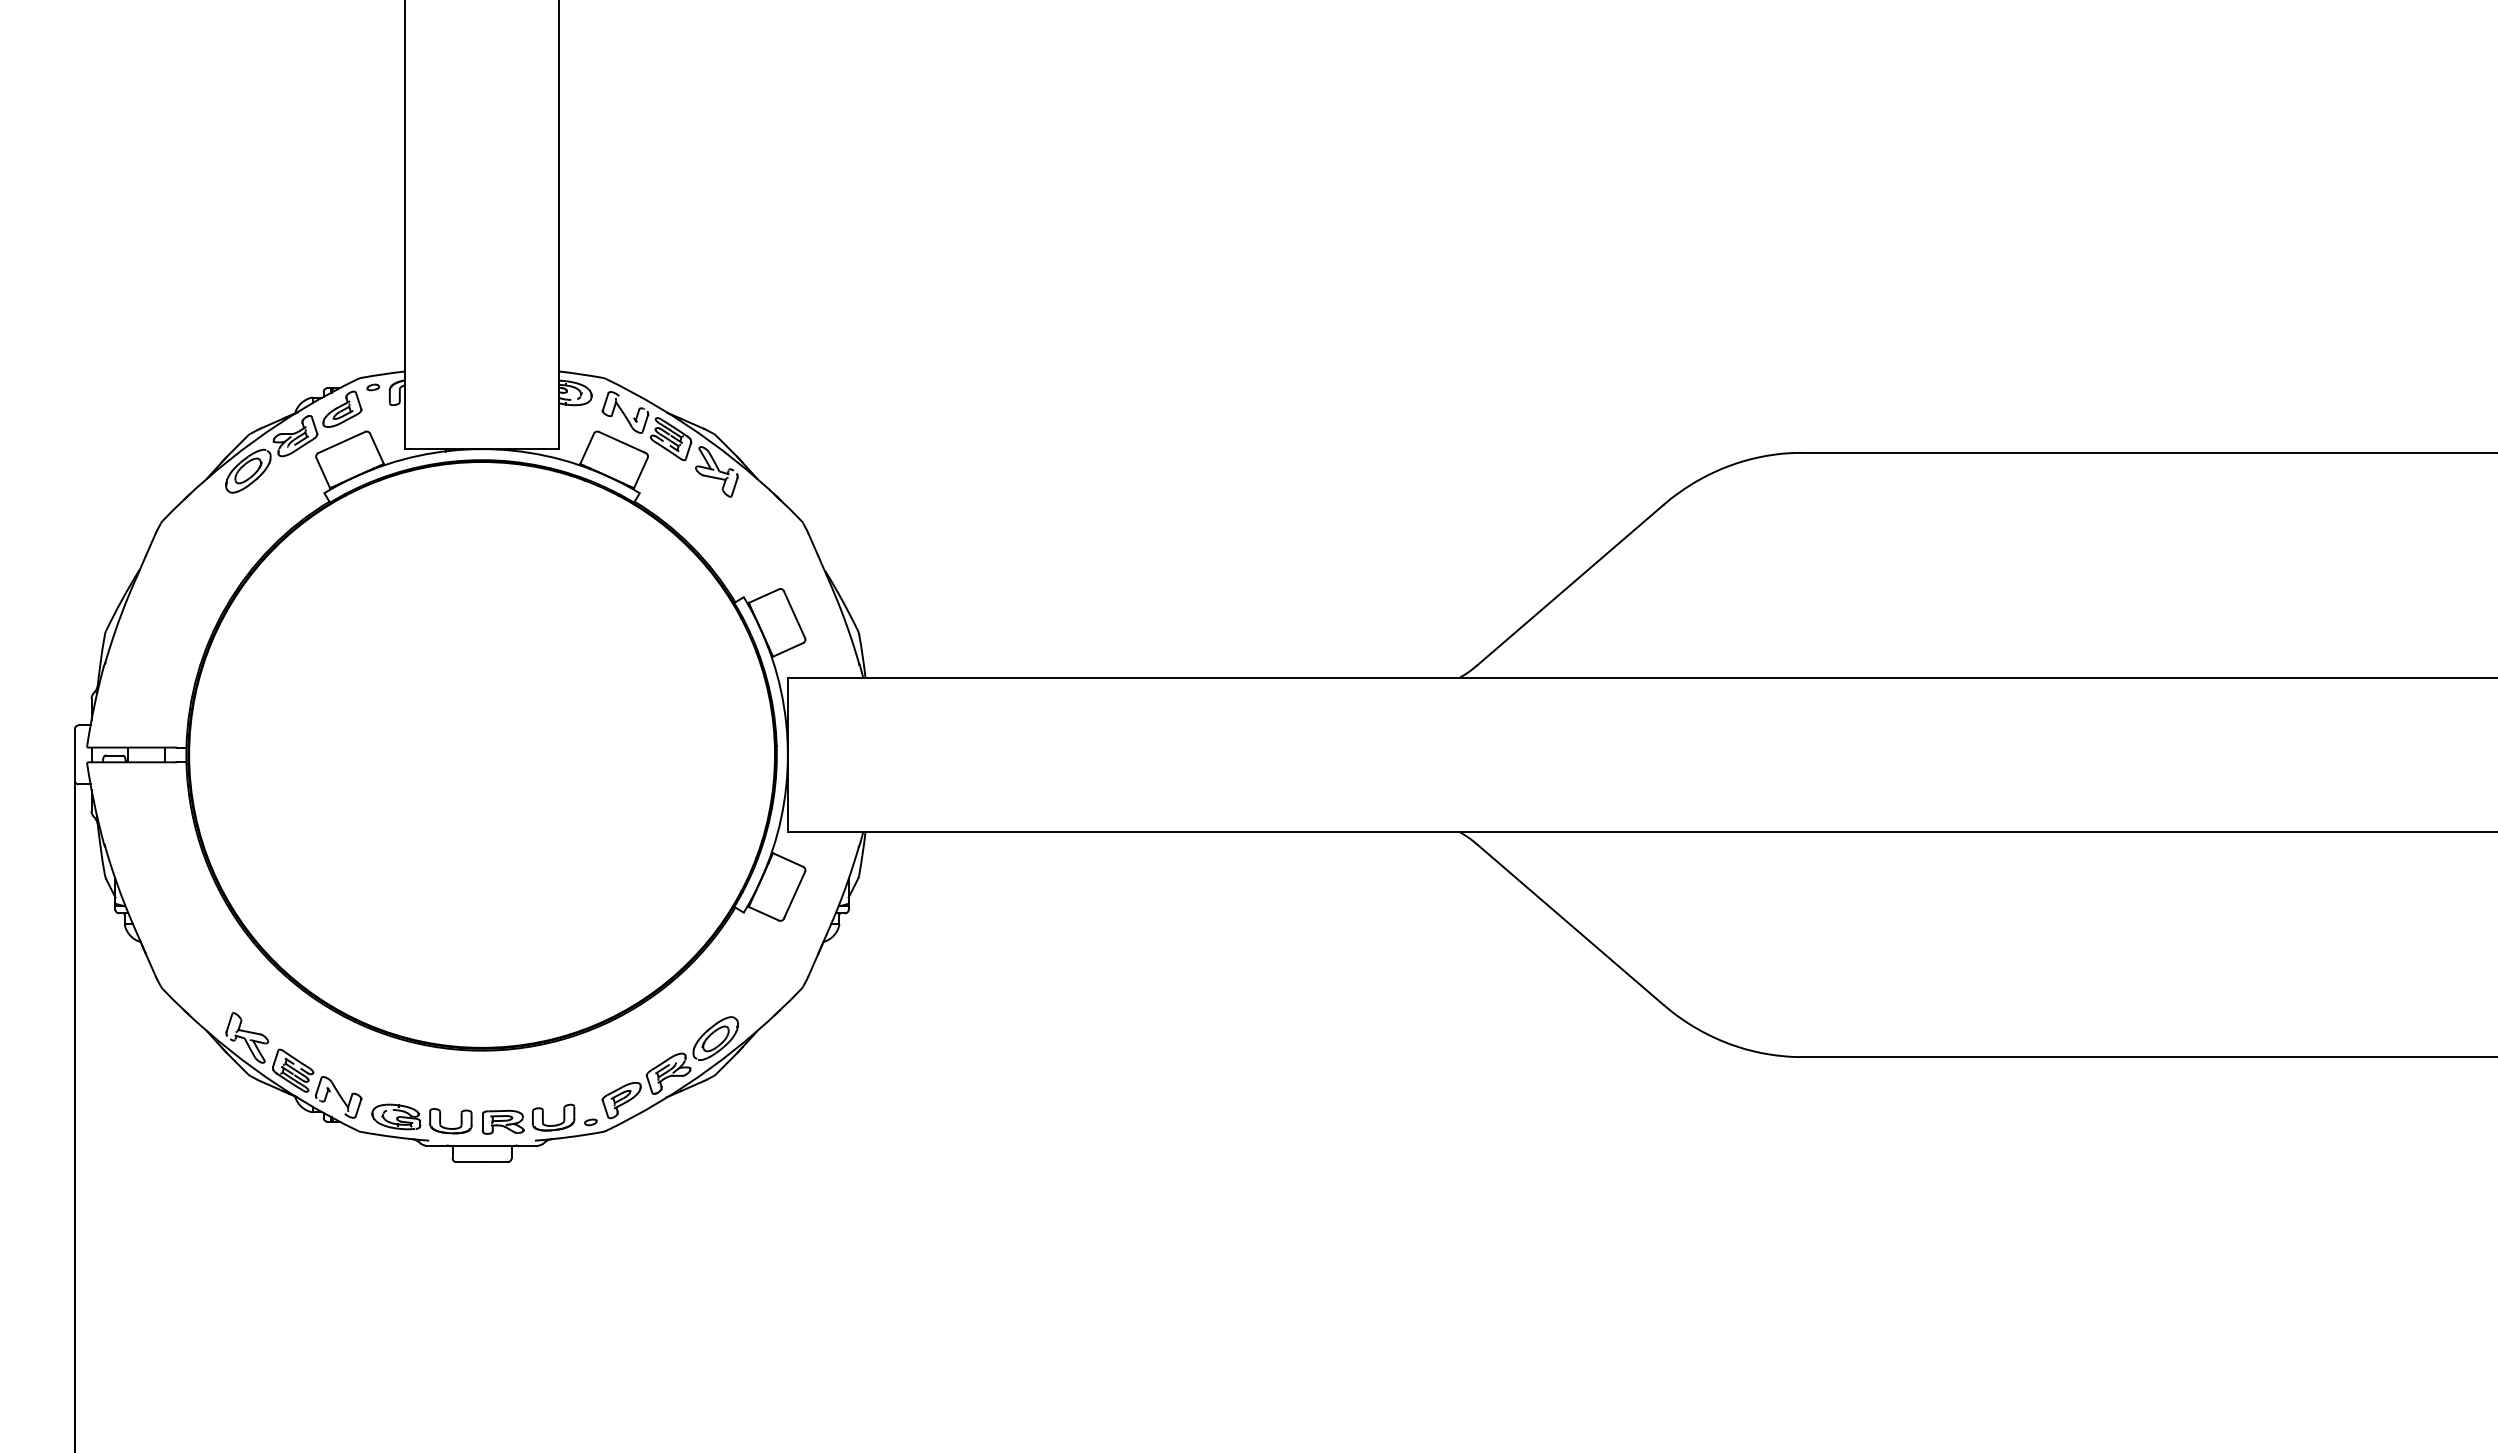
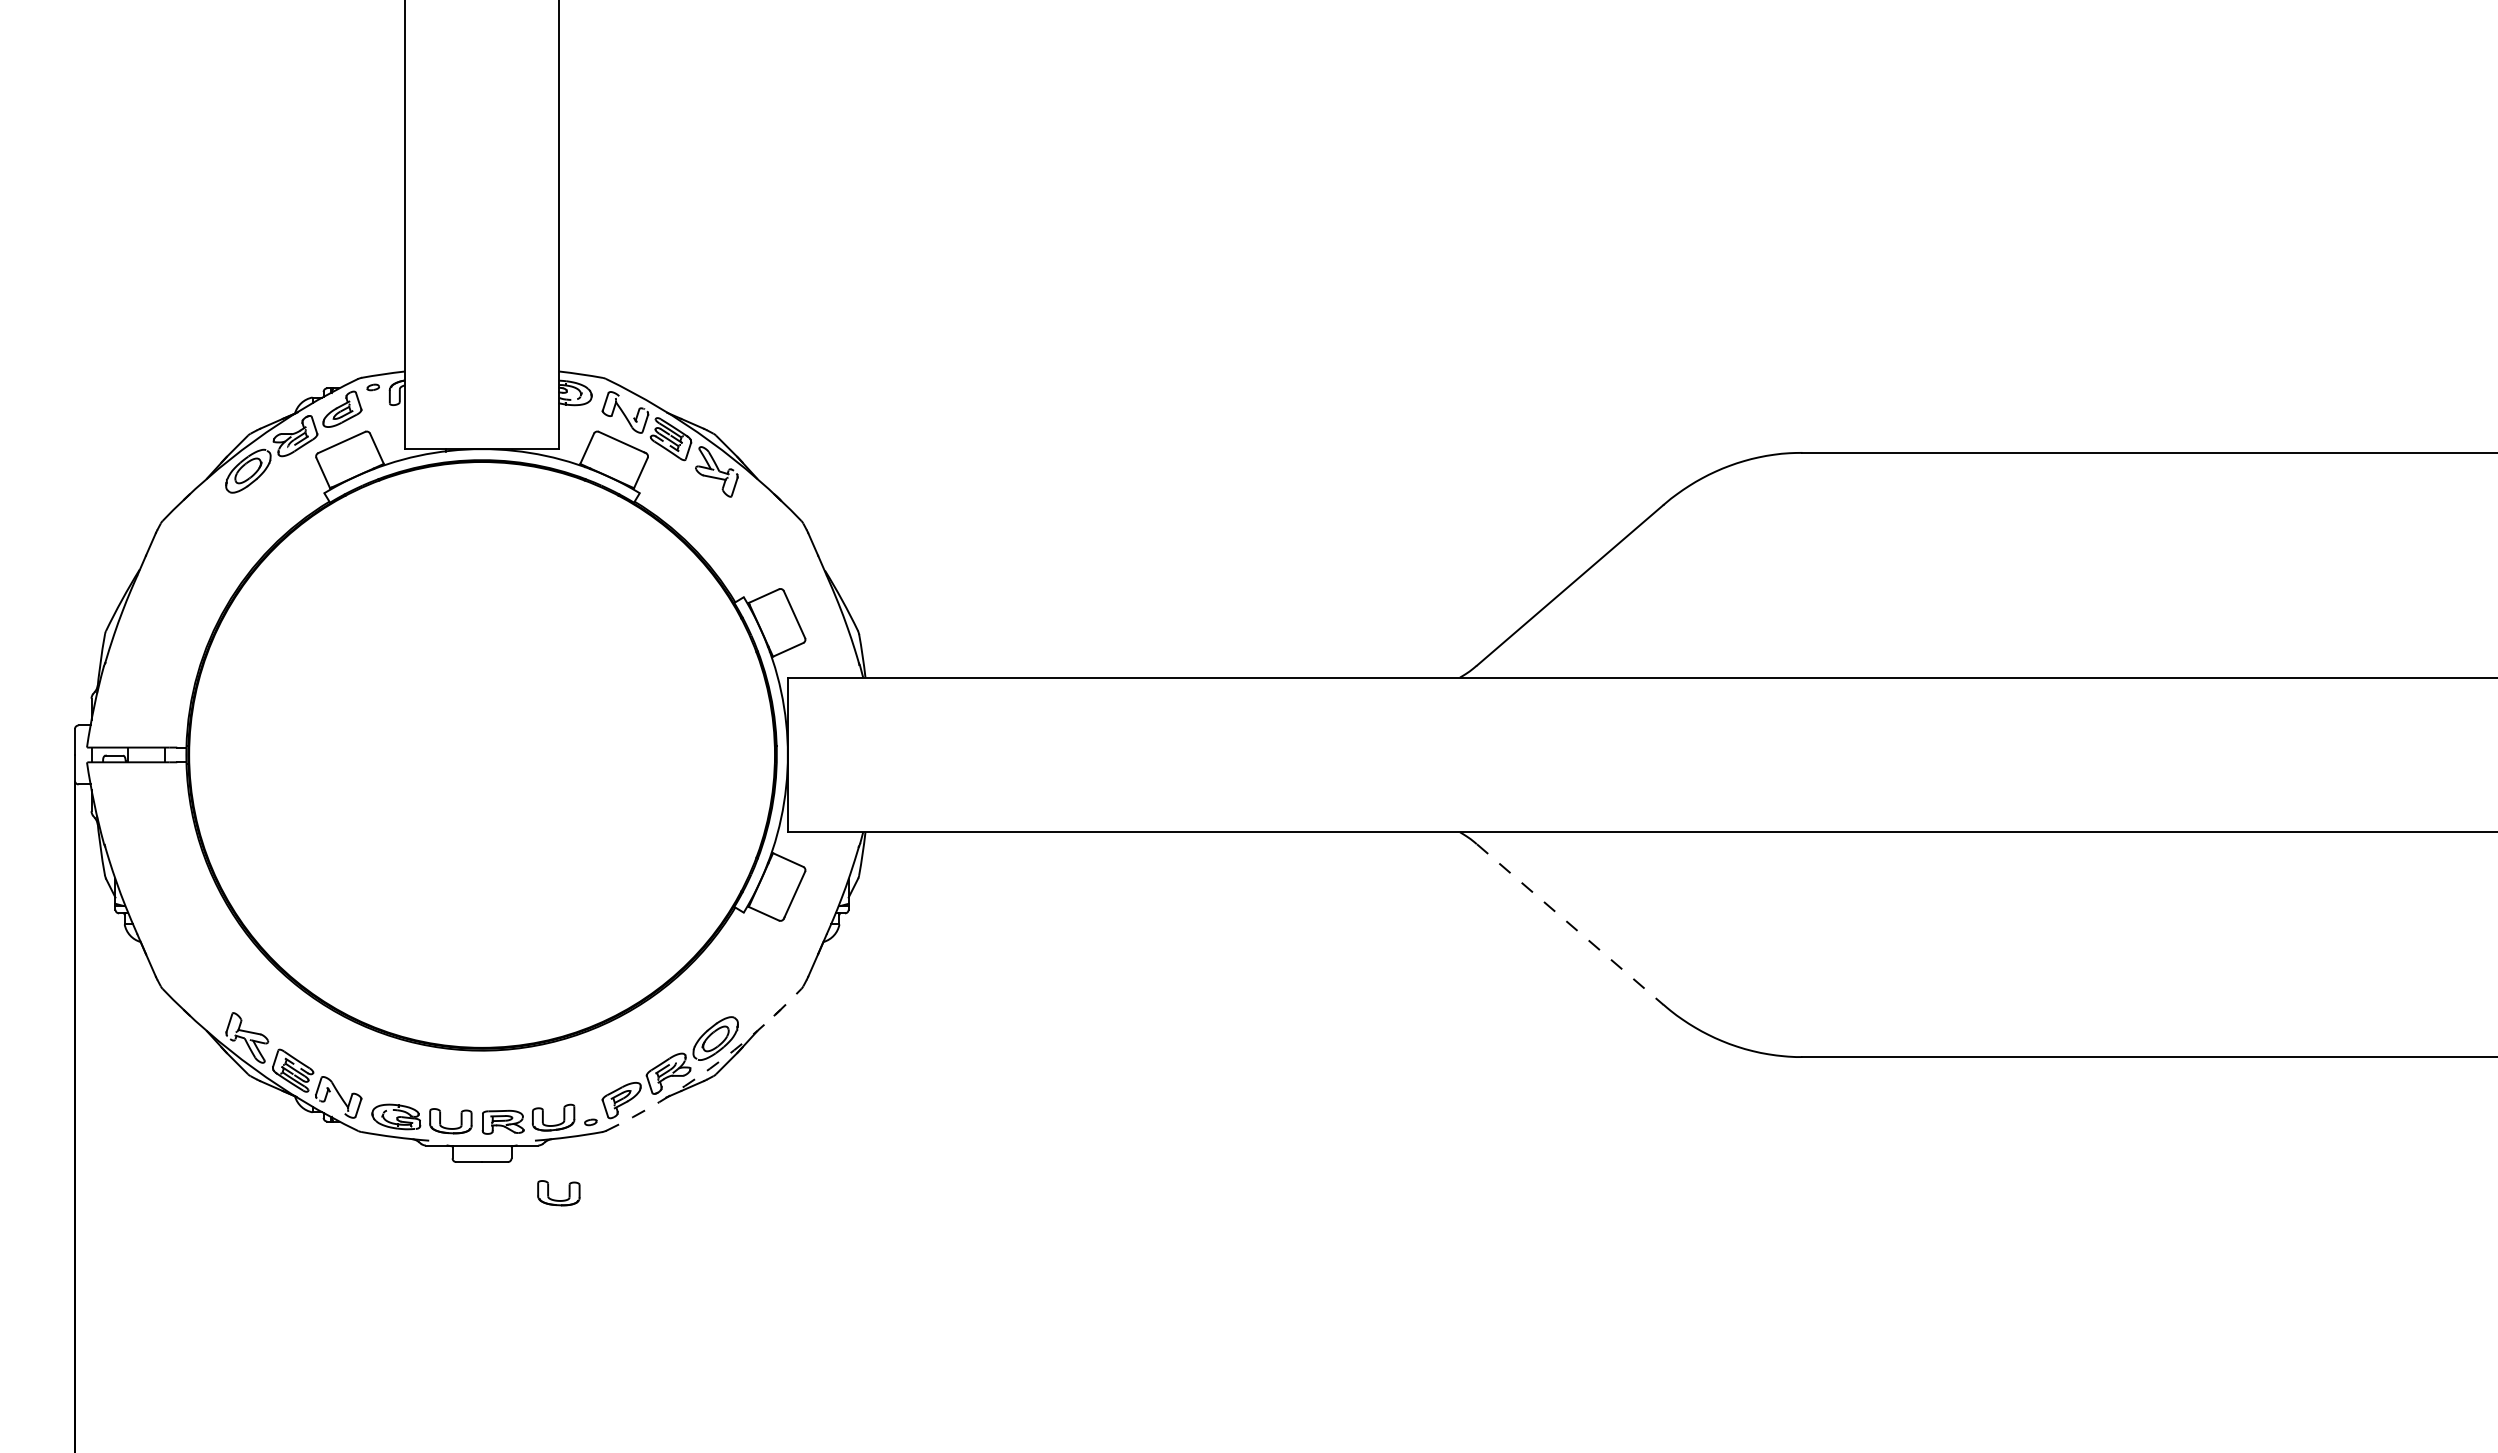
line at (1570, 924): solid -> dashed
arc at (710, 1068): solid -> dashed
part at (557, 1199): none -> present
